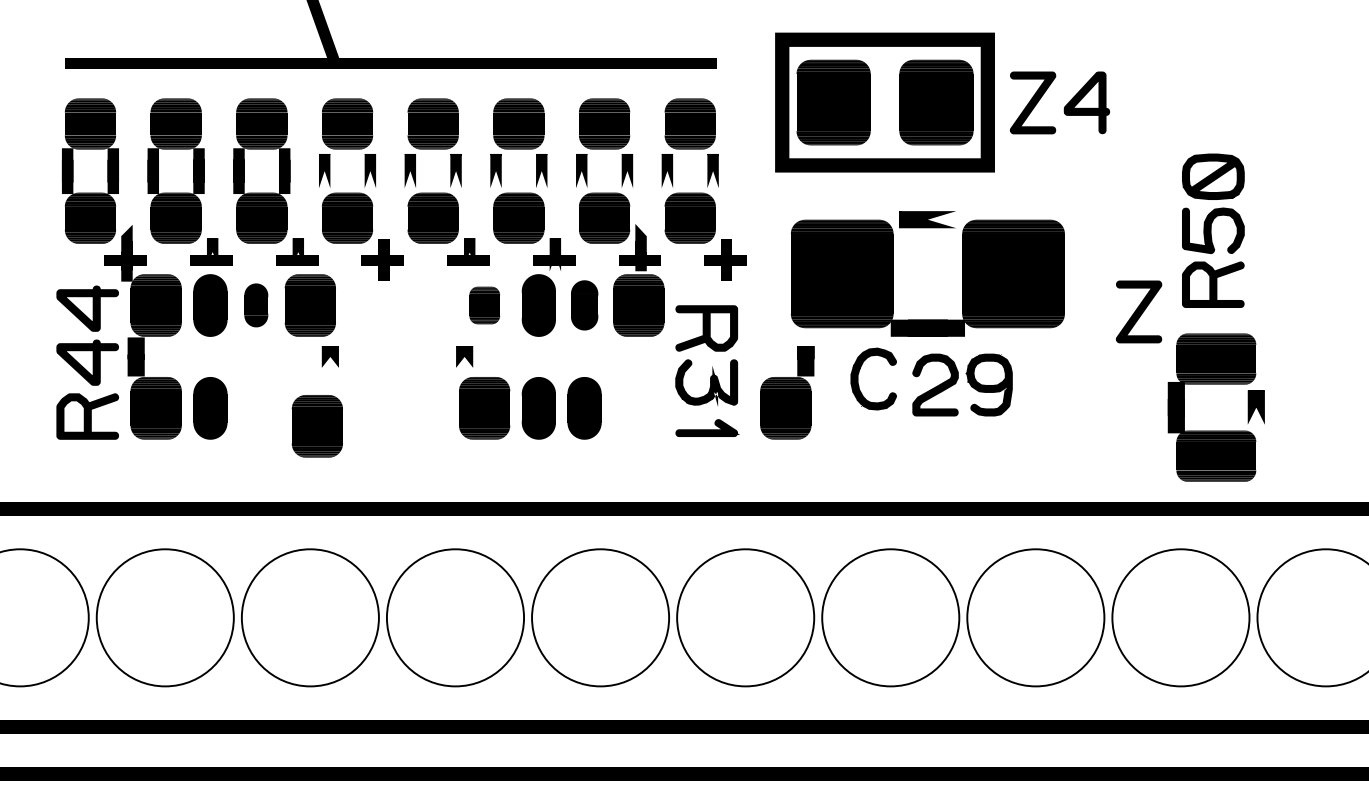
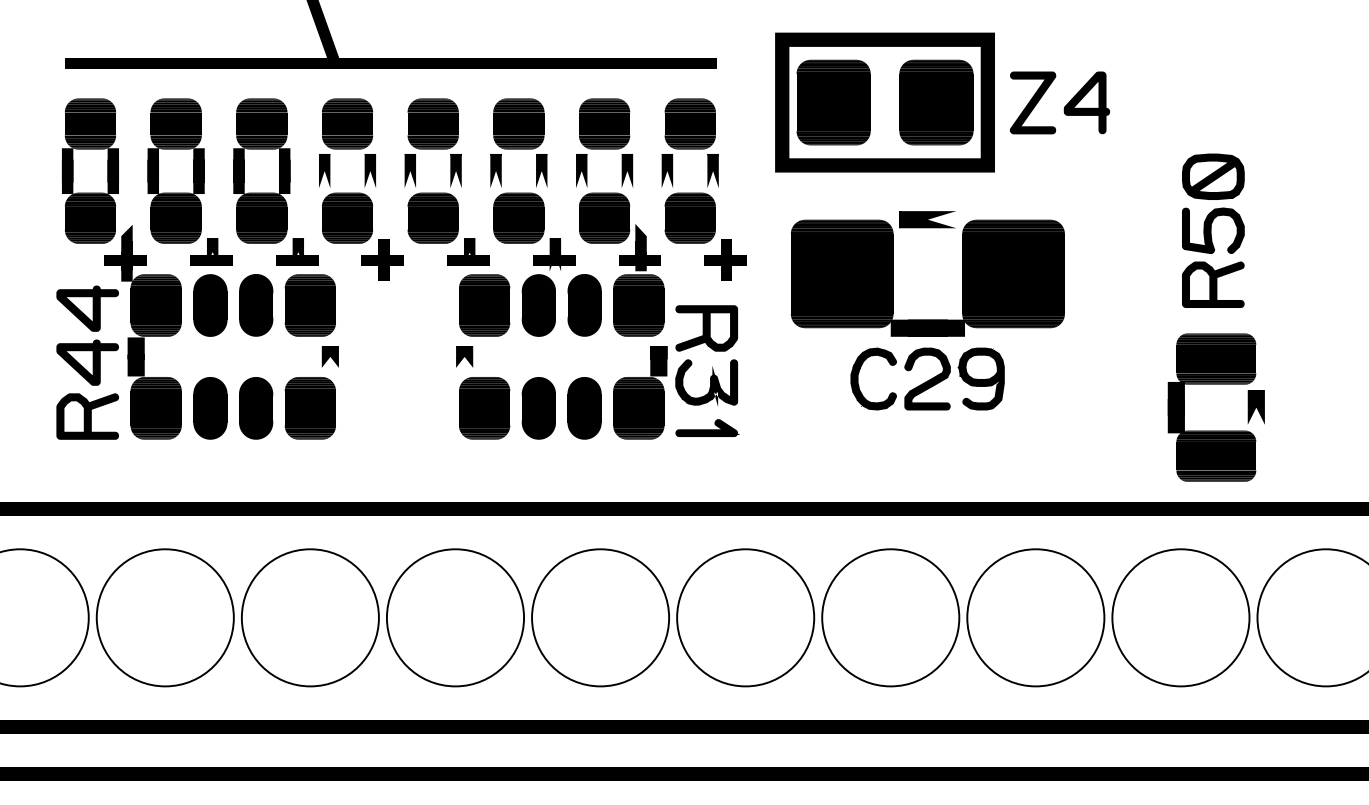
part at (256, 305) size: 25x45 px -> 35x63 px
part at (484, 305) size: 32x39 px -> 52x63 px
part at (584, 305) size: 28x51 px -> 35x63 px
part at (1138, 311): present -> none
part at (962, 384) position: (962, 384) -> (954, 378)
part at (787, 392) position: (787, 392) -> (640, 392)
part at (256, 408): none -> present
part at (316, 426) position: (316, 426) -> (309, 408)
